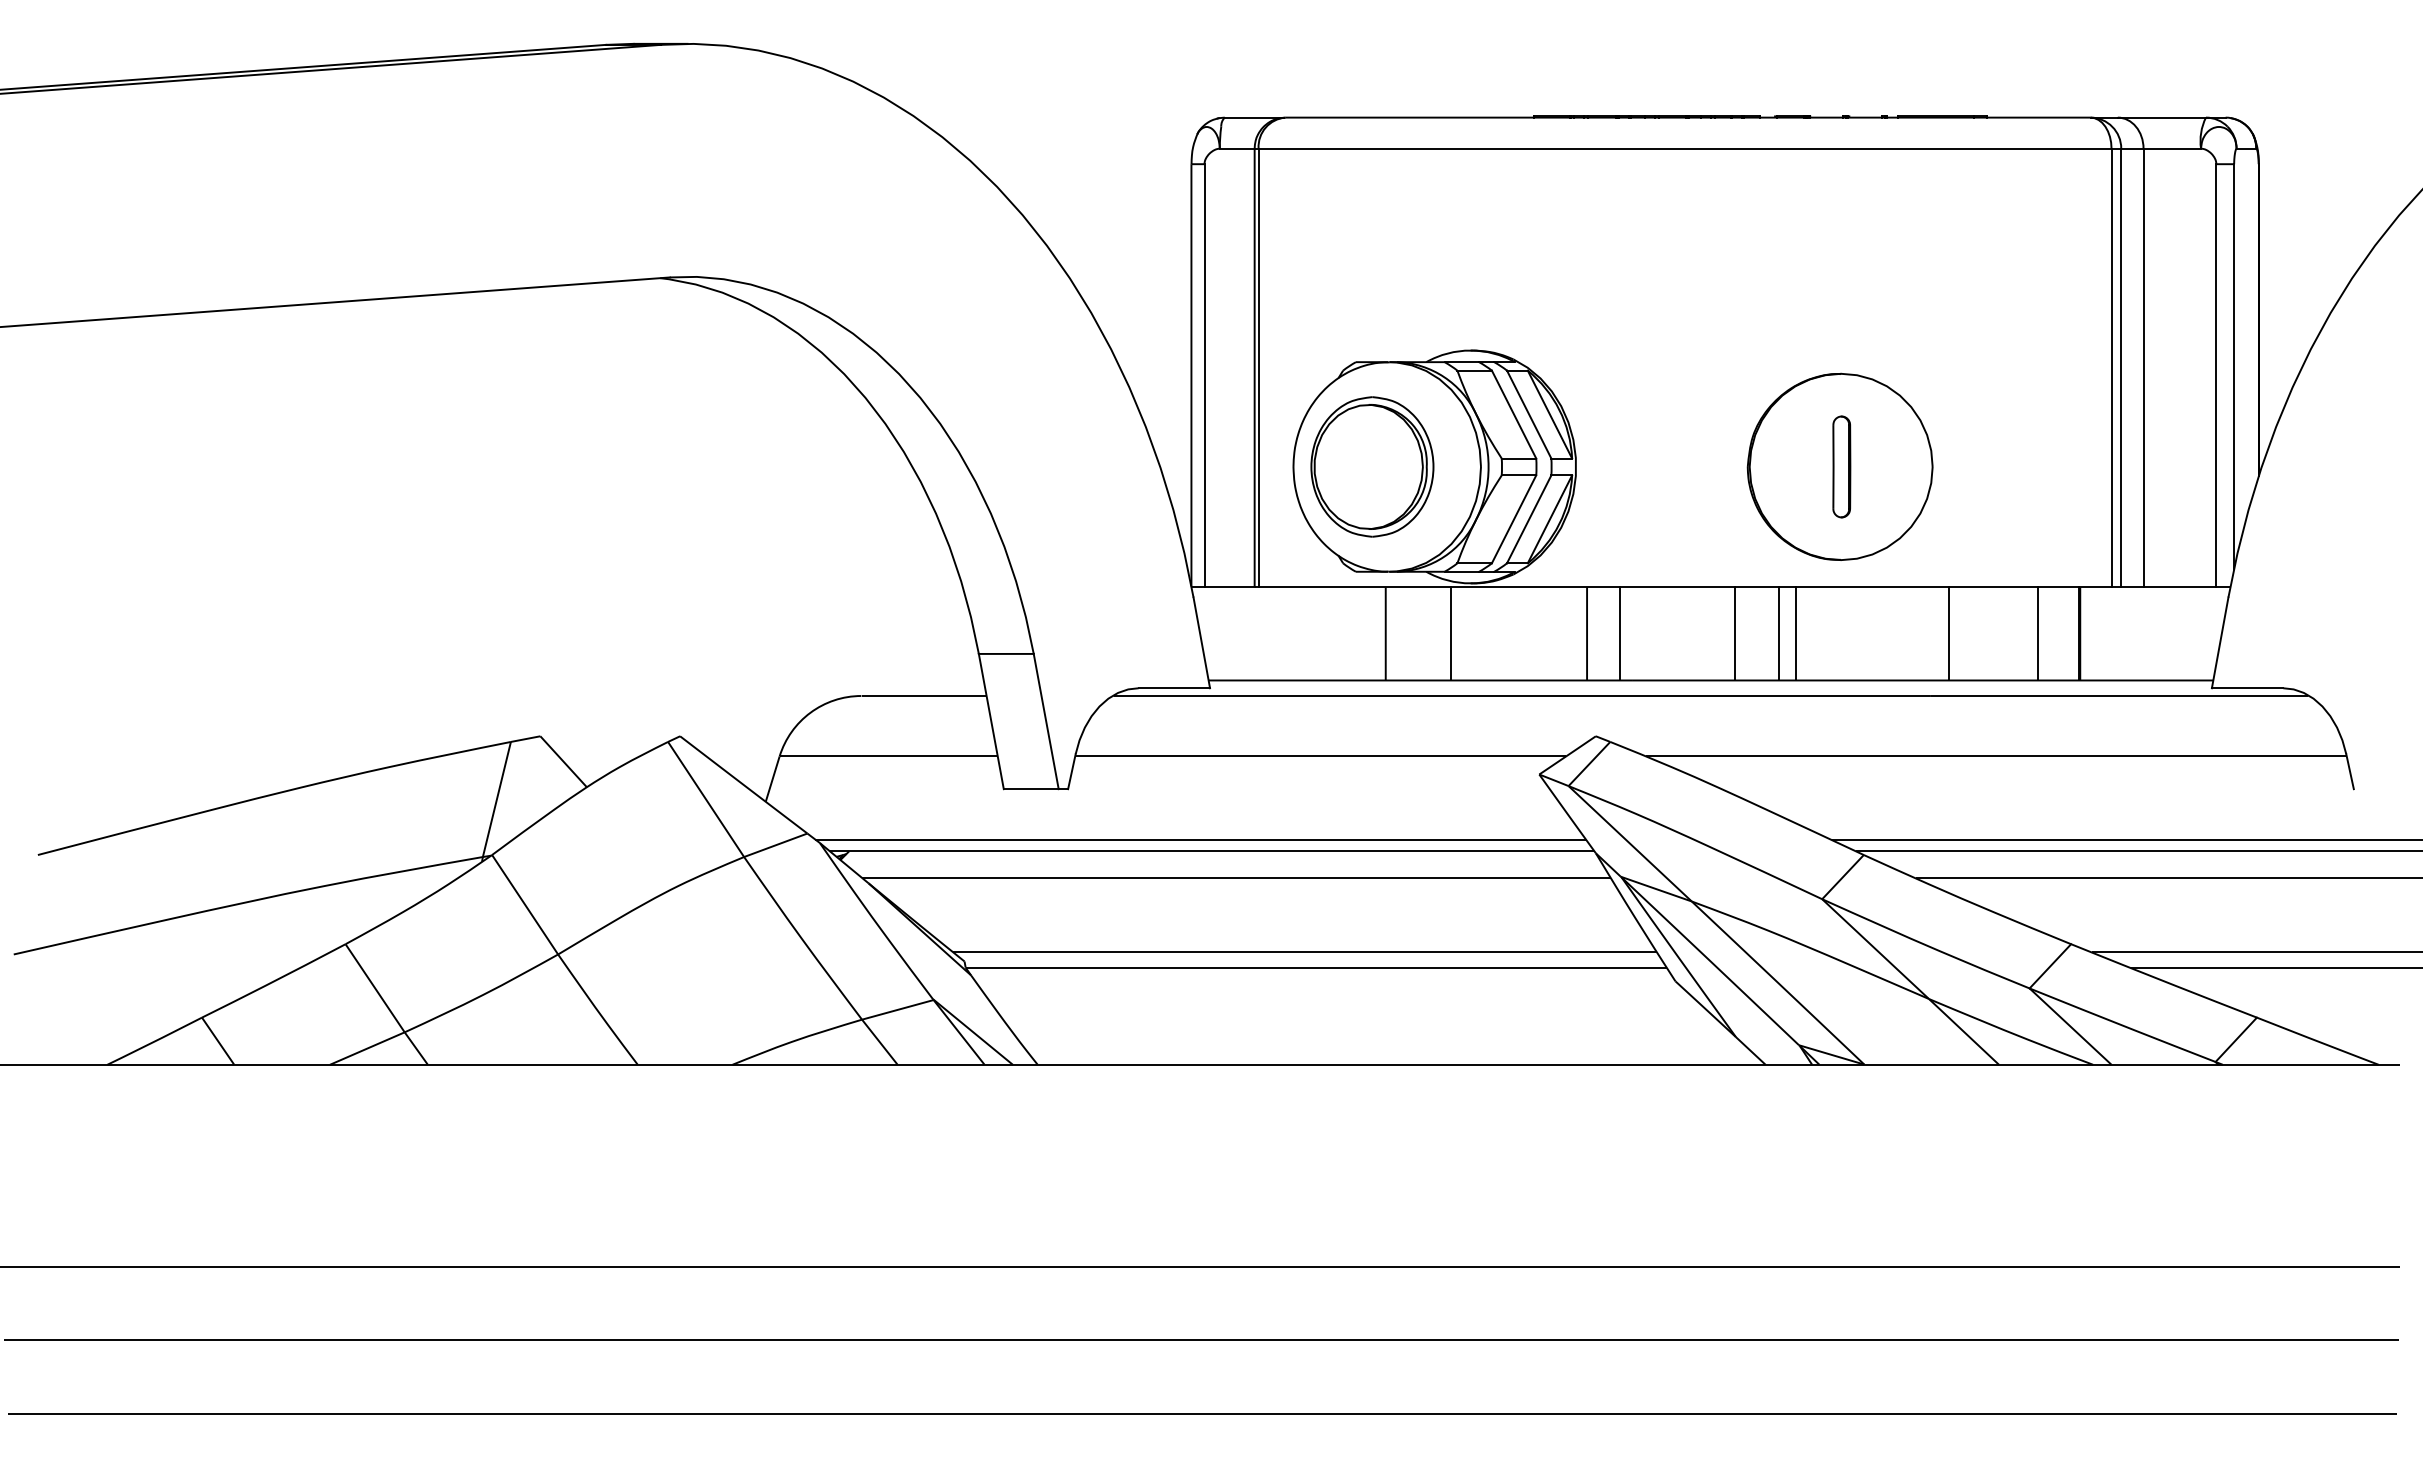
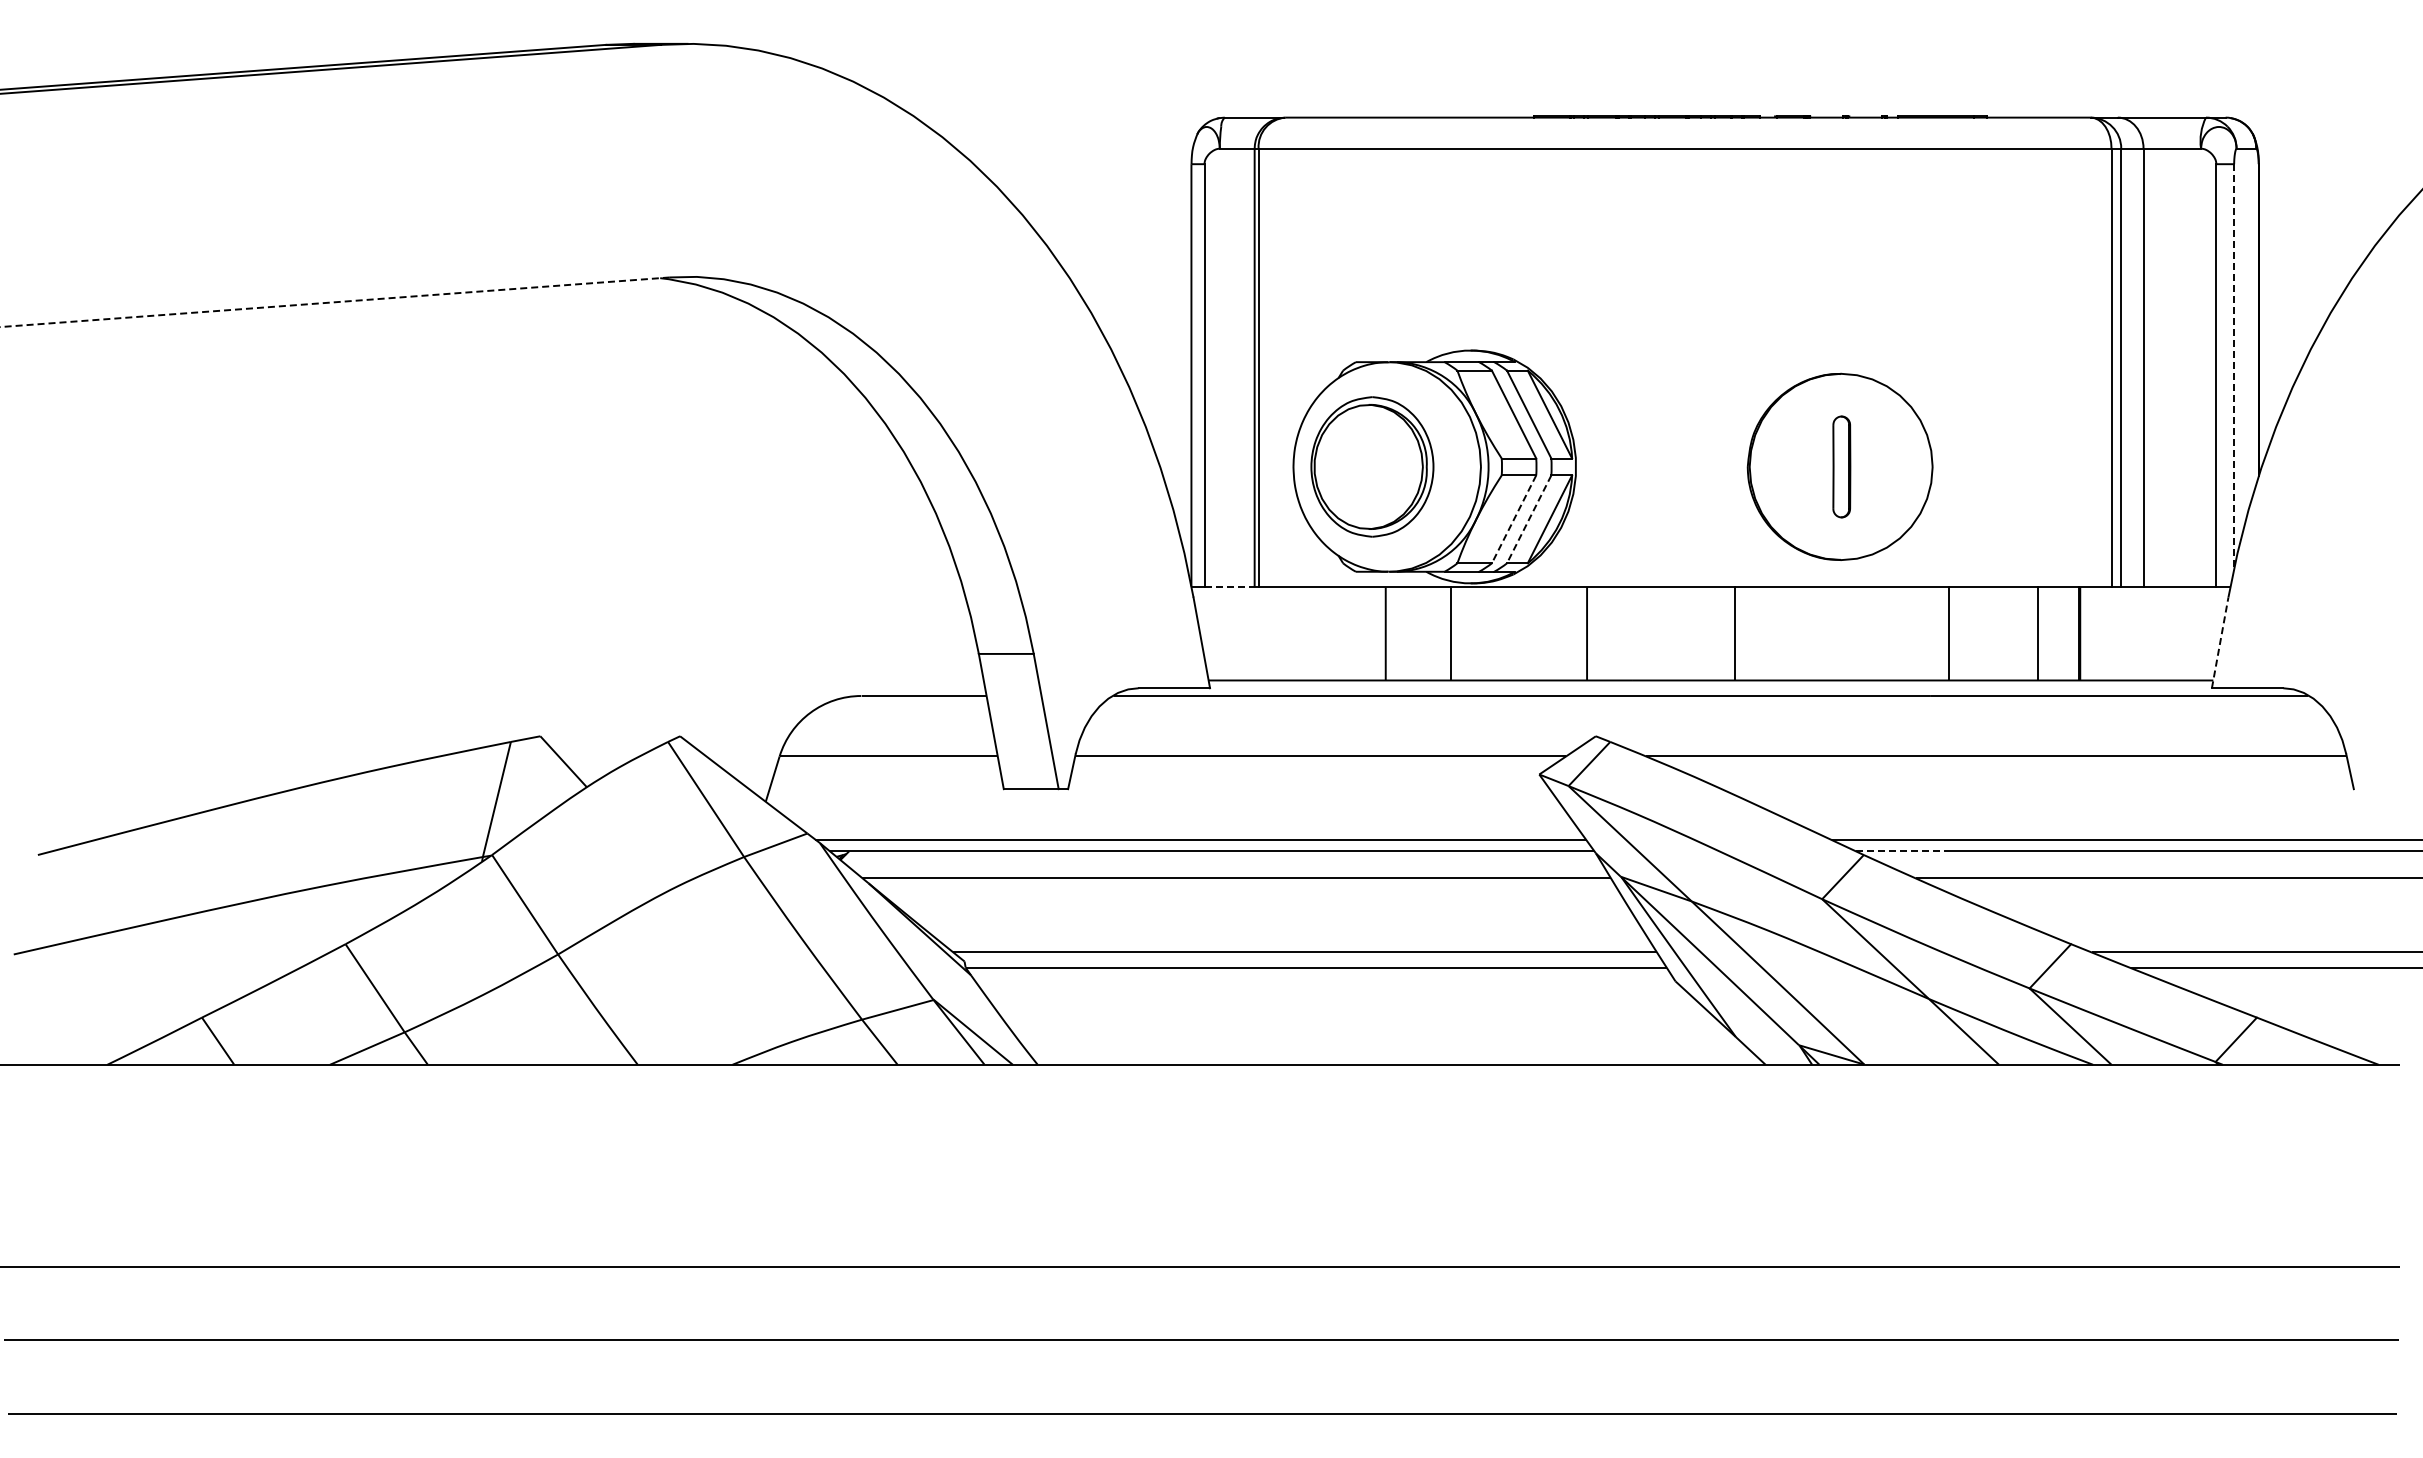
line at (334, 302): solid -> dashed
line at (2234, 366): solid -> dashed
line at (1513, 519): solid -> dashed
line at (1528, 519): solid -> dashed
line at (1230, 587): solid -> dashed
line at (1619, 633): present -> none
line at (1779, 633): present -> none
line at (1796, 633): present -> none
line at (2220, 642): solid -> dashed
line at (1902, 851): solid -> dashed
